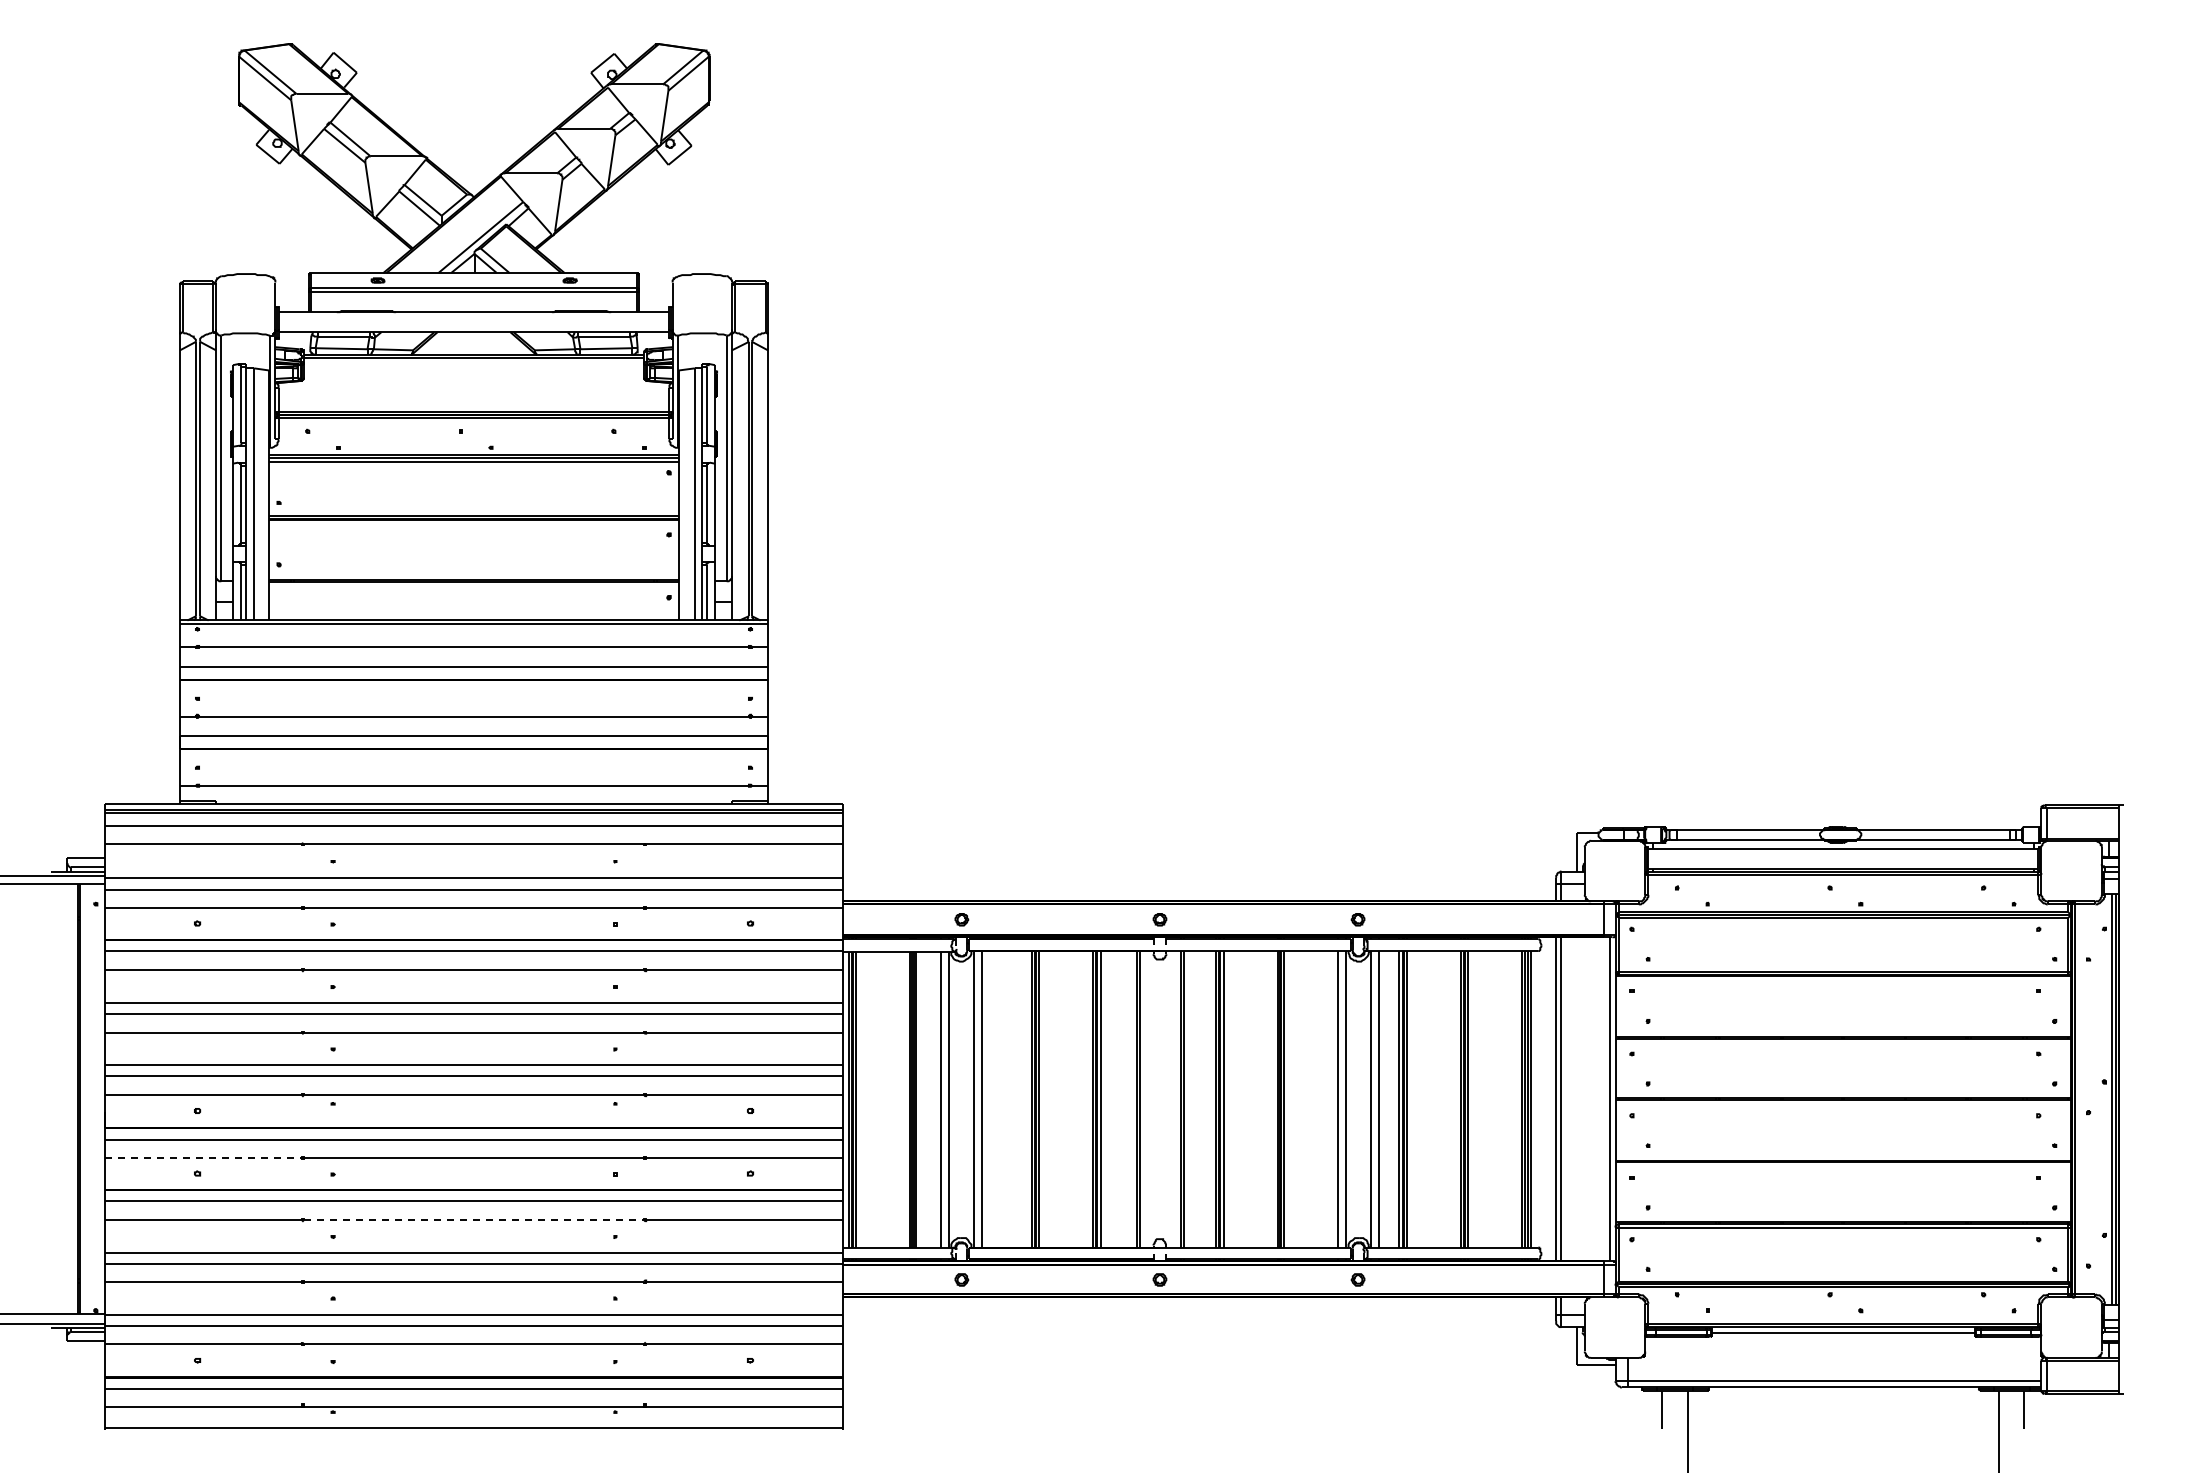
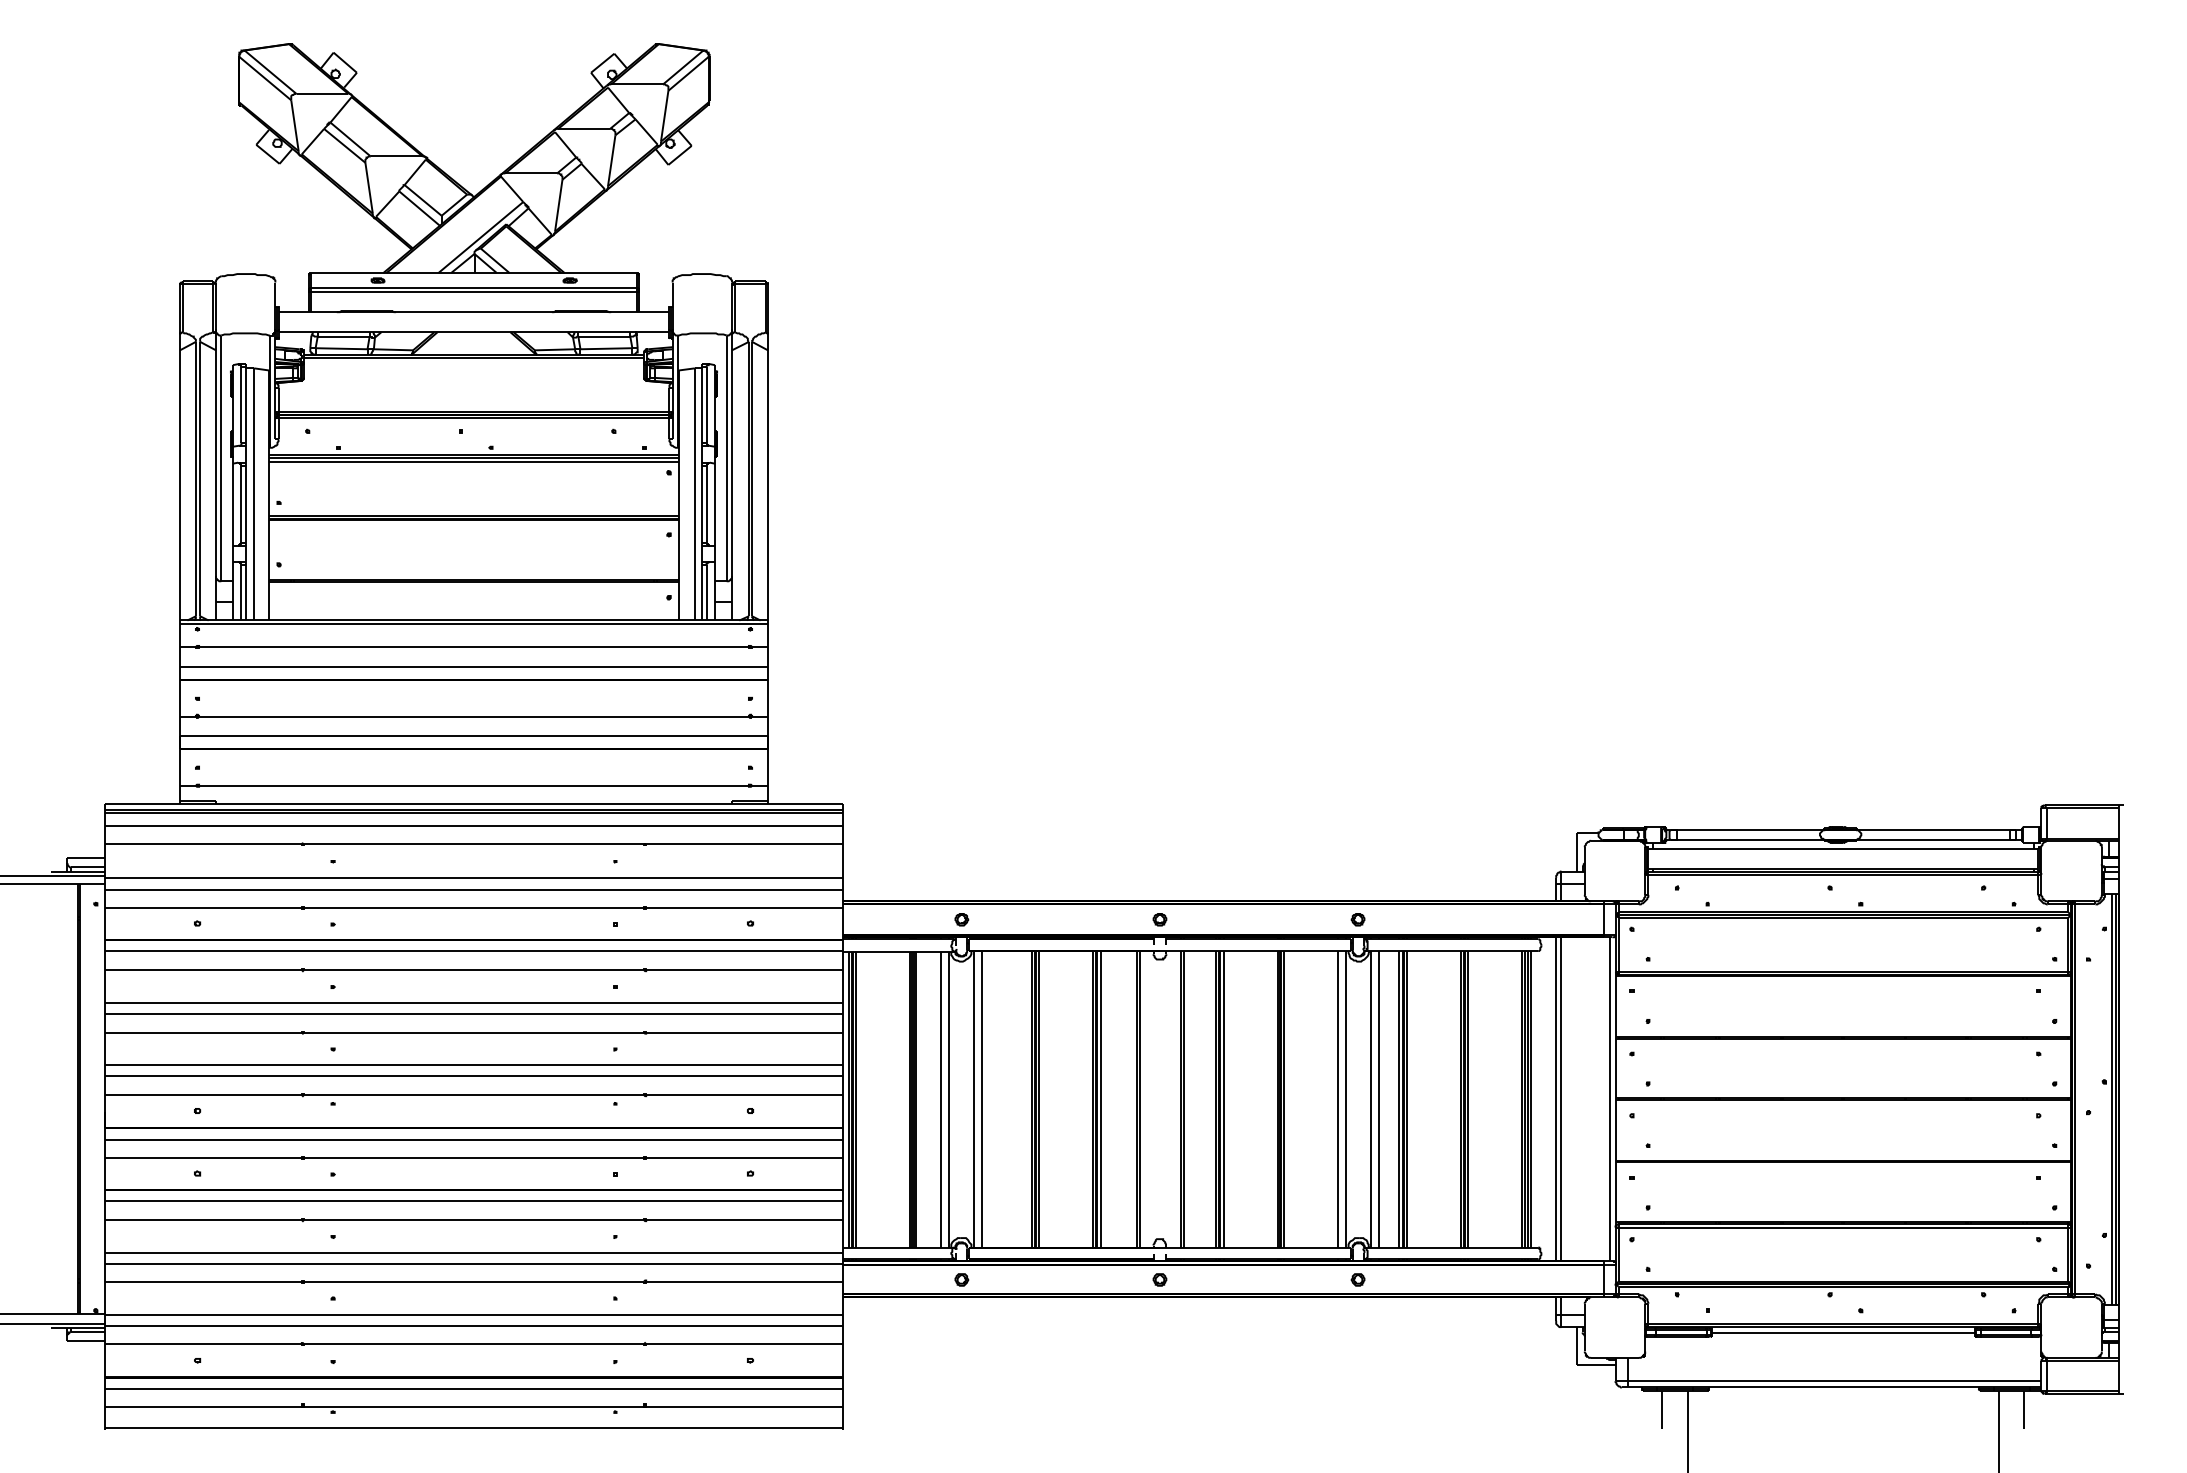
line at (203, 1157): dashed -> solid
line at (474, 1220): dashed -> solid
